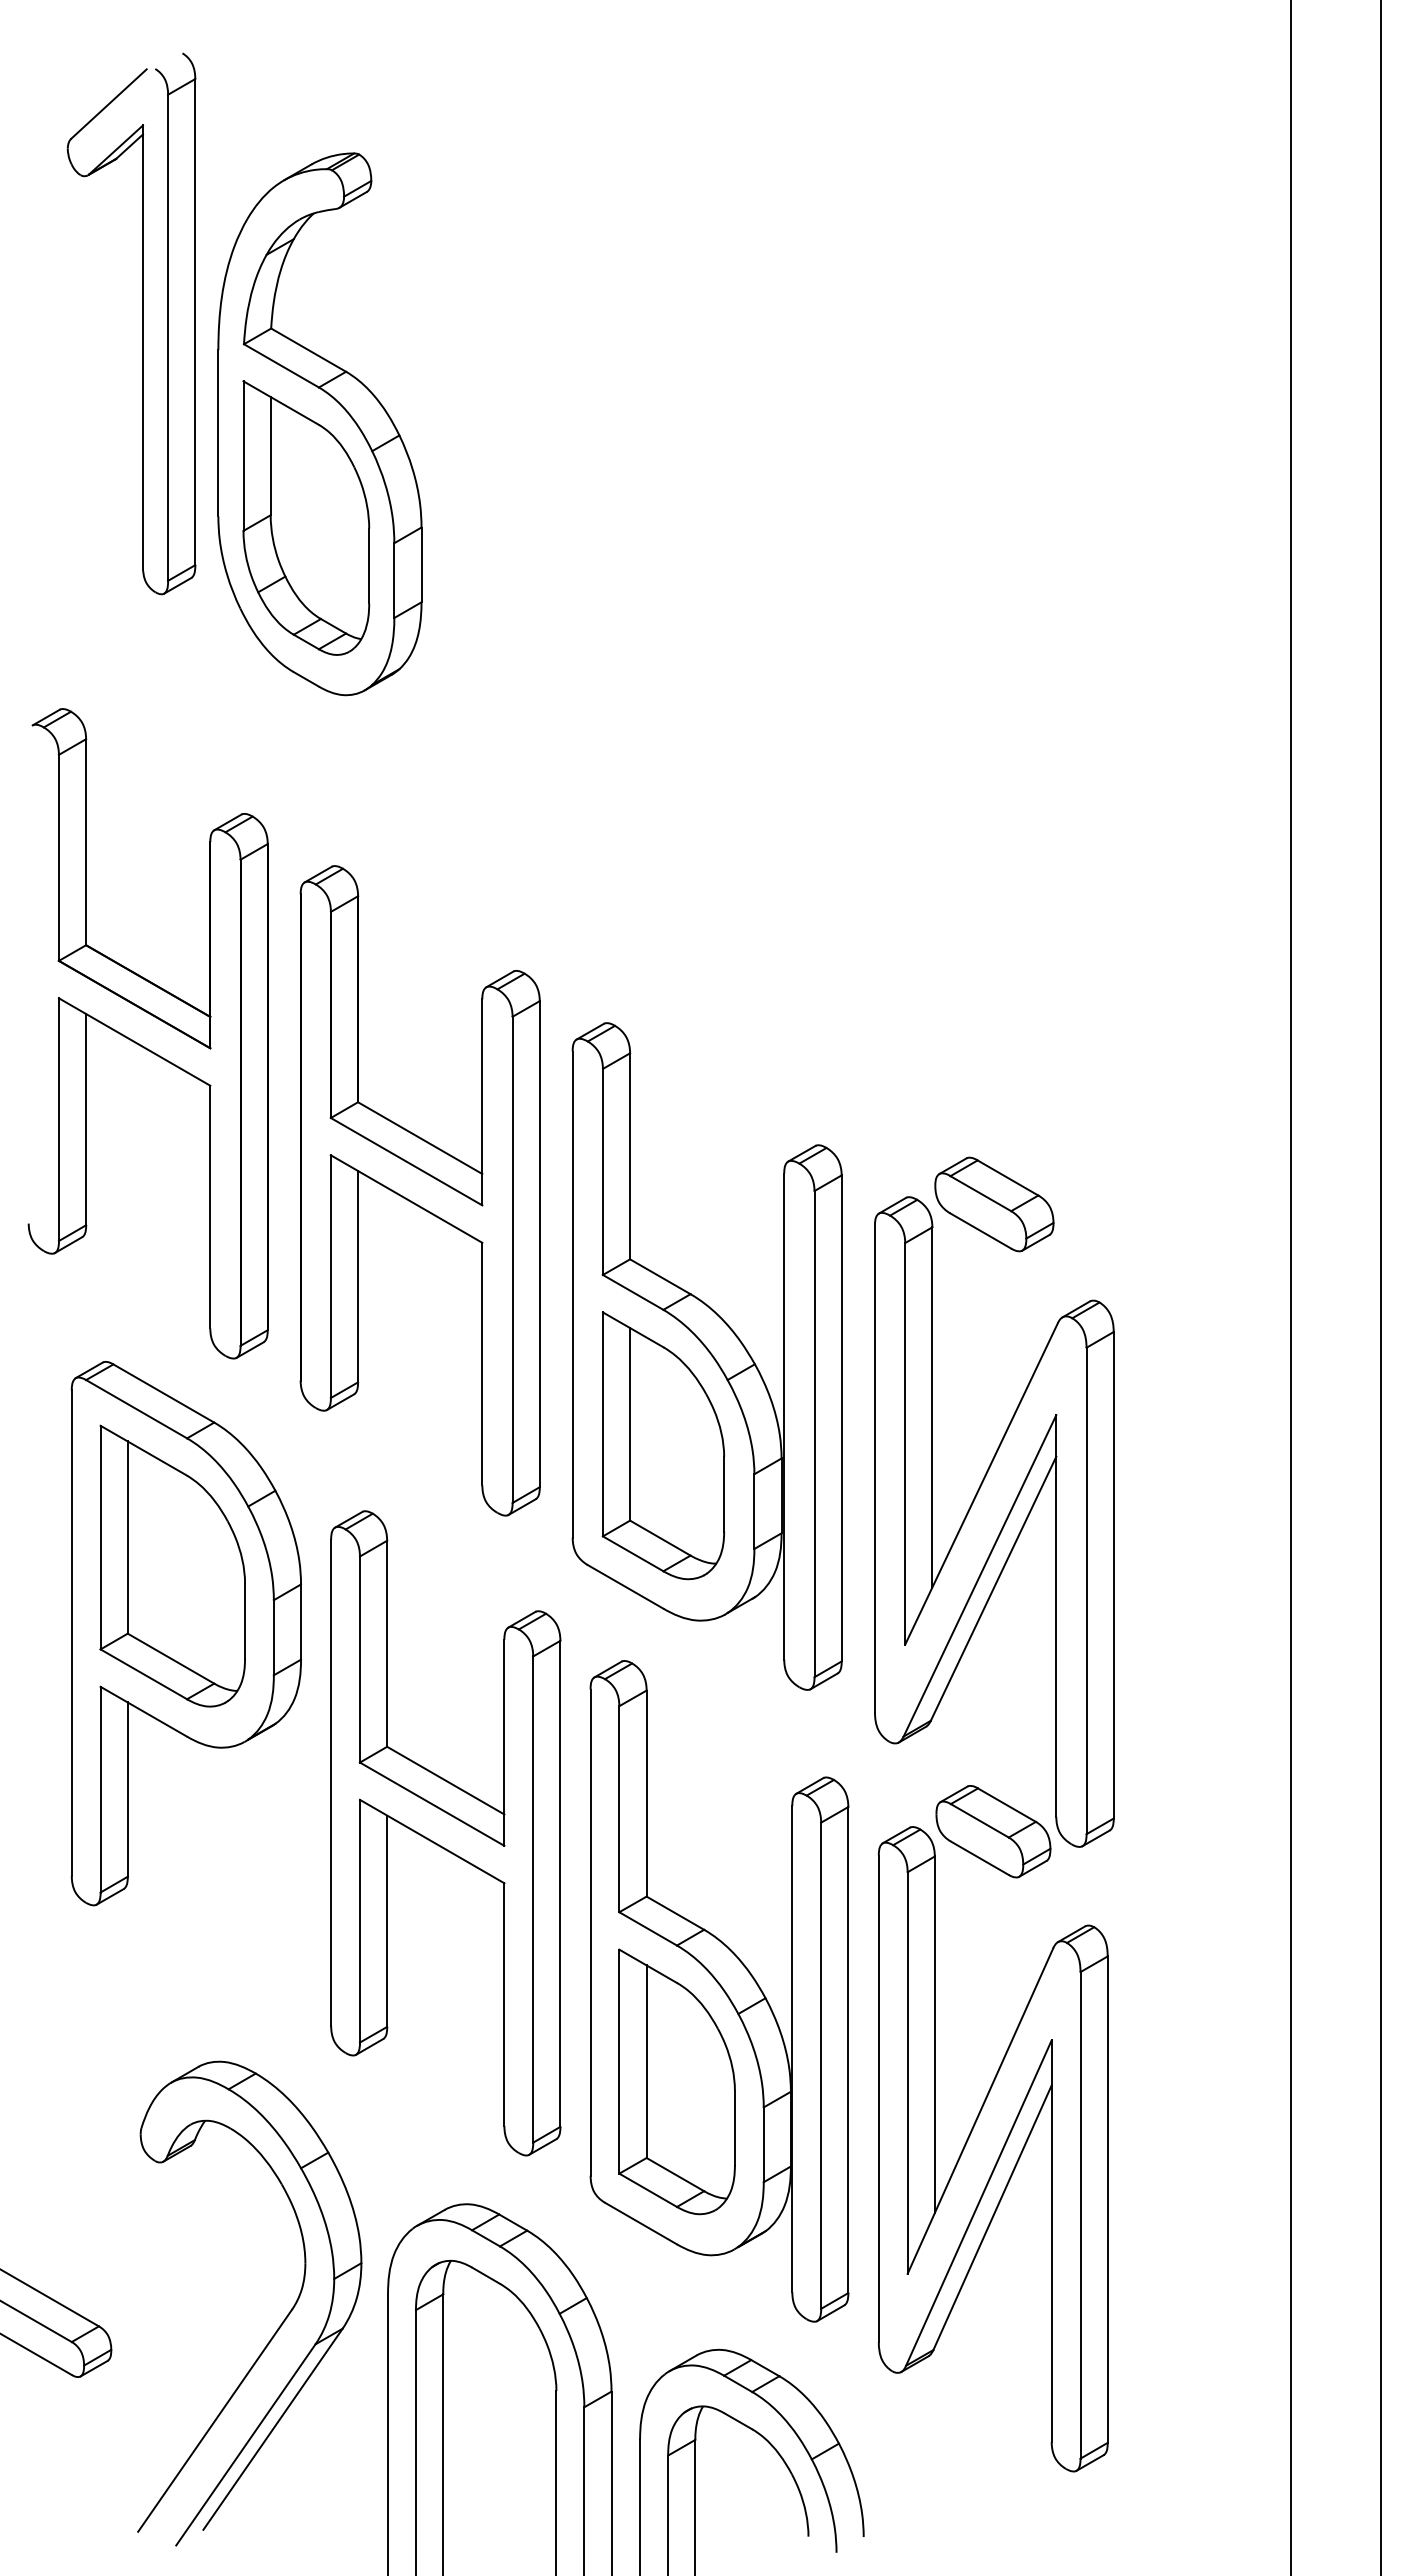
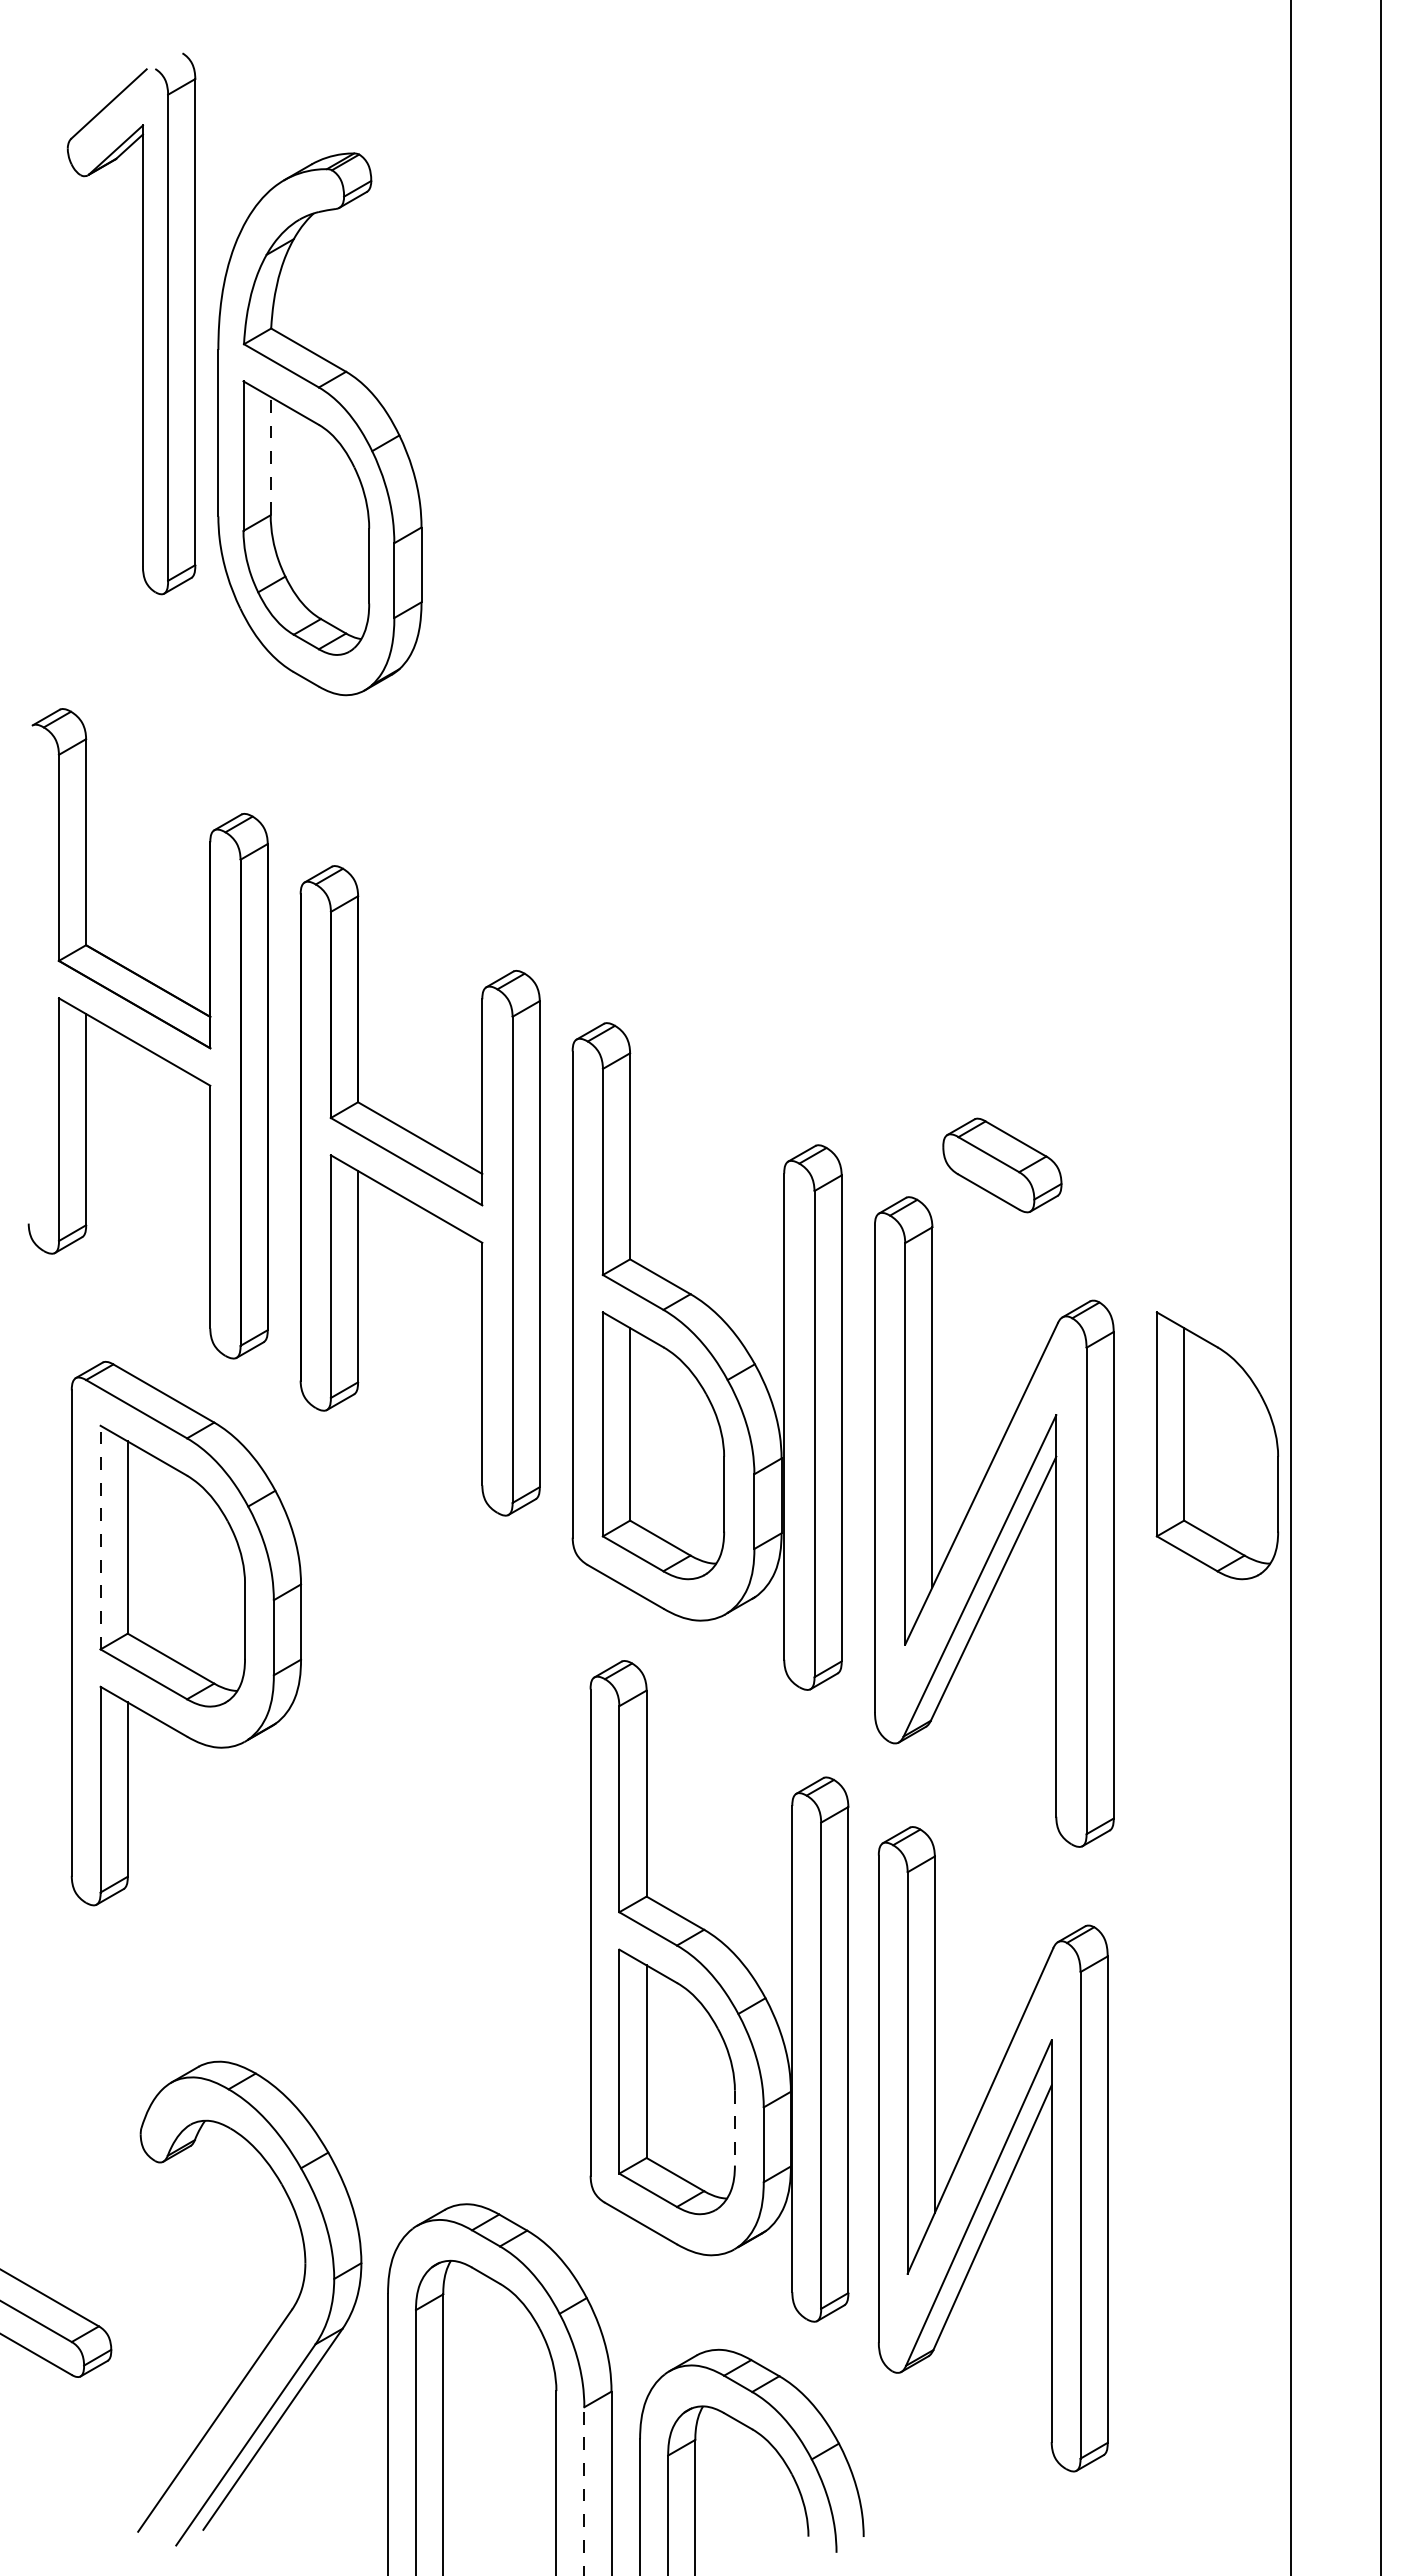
line at (270, 455): solid -> dashed
part at (994, 1204) position: (994, 1204) -> (1002, 1165)
part at (1216, 1445): none -> present
line at (100, 1537): solid -> dashed
part at (993, 1831): present -> none
part at (445, 1833): present -> none
line at (734, 2128): solid -> dashed
line at (584, 2491): solid -> dashed
